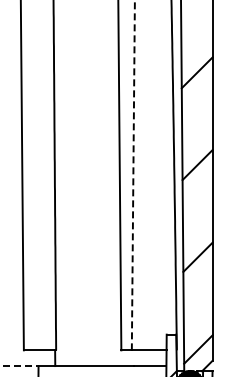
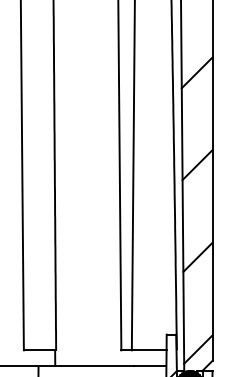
line at (133, 174): dashed -> solid
line at (19, 366): dashed -> solid
